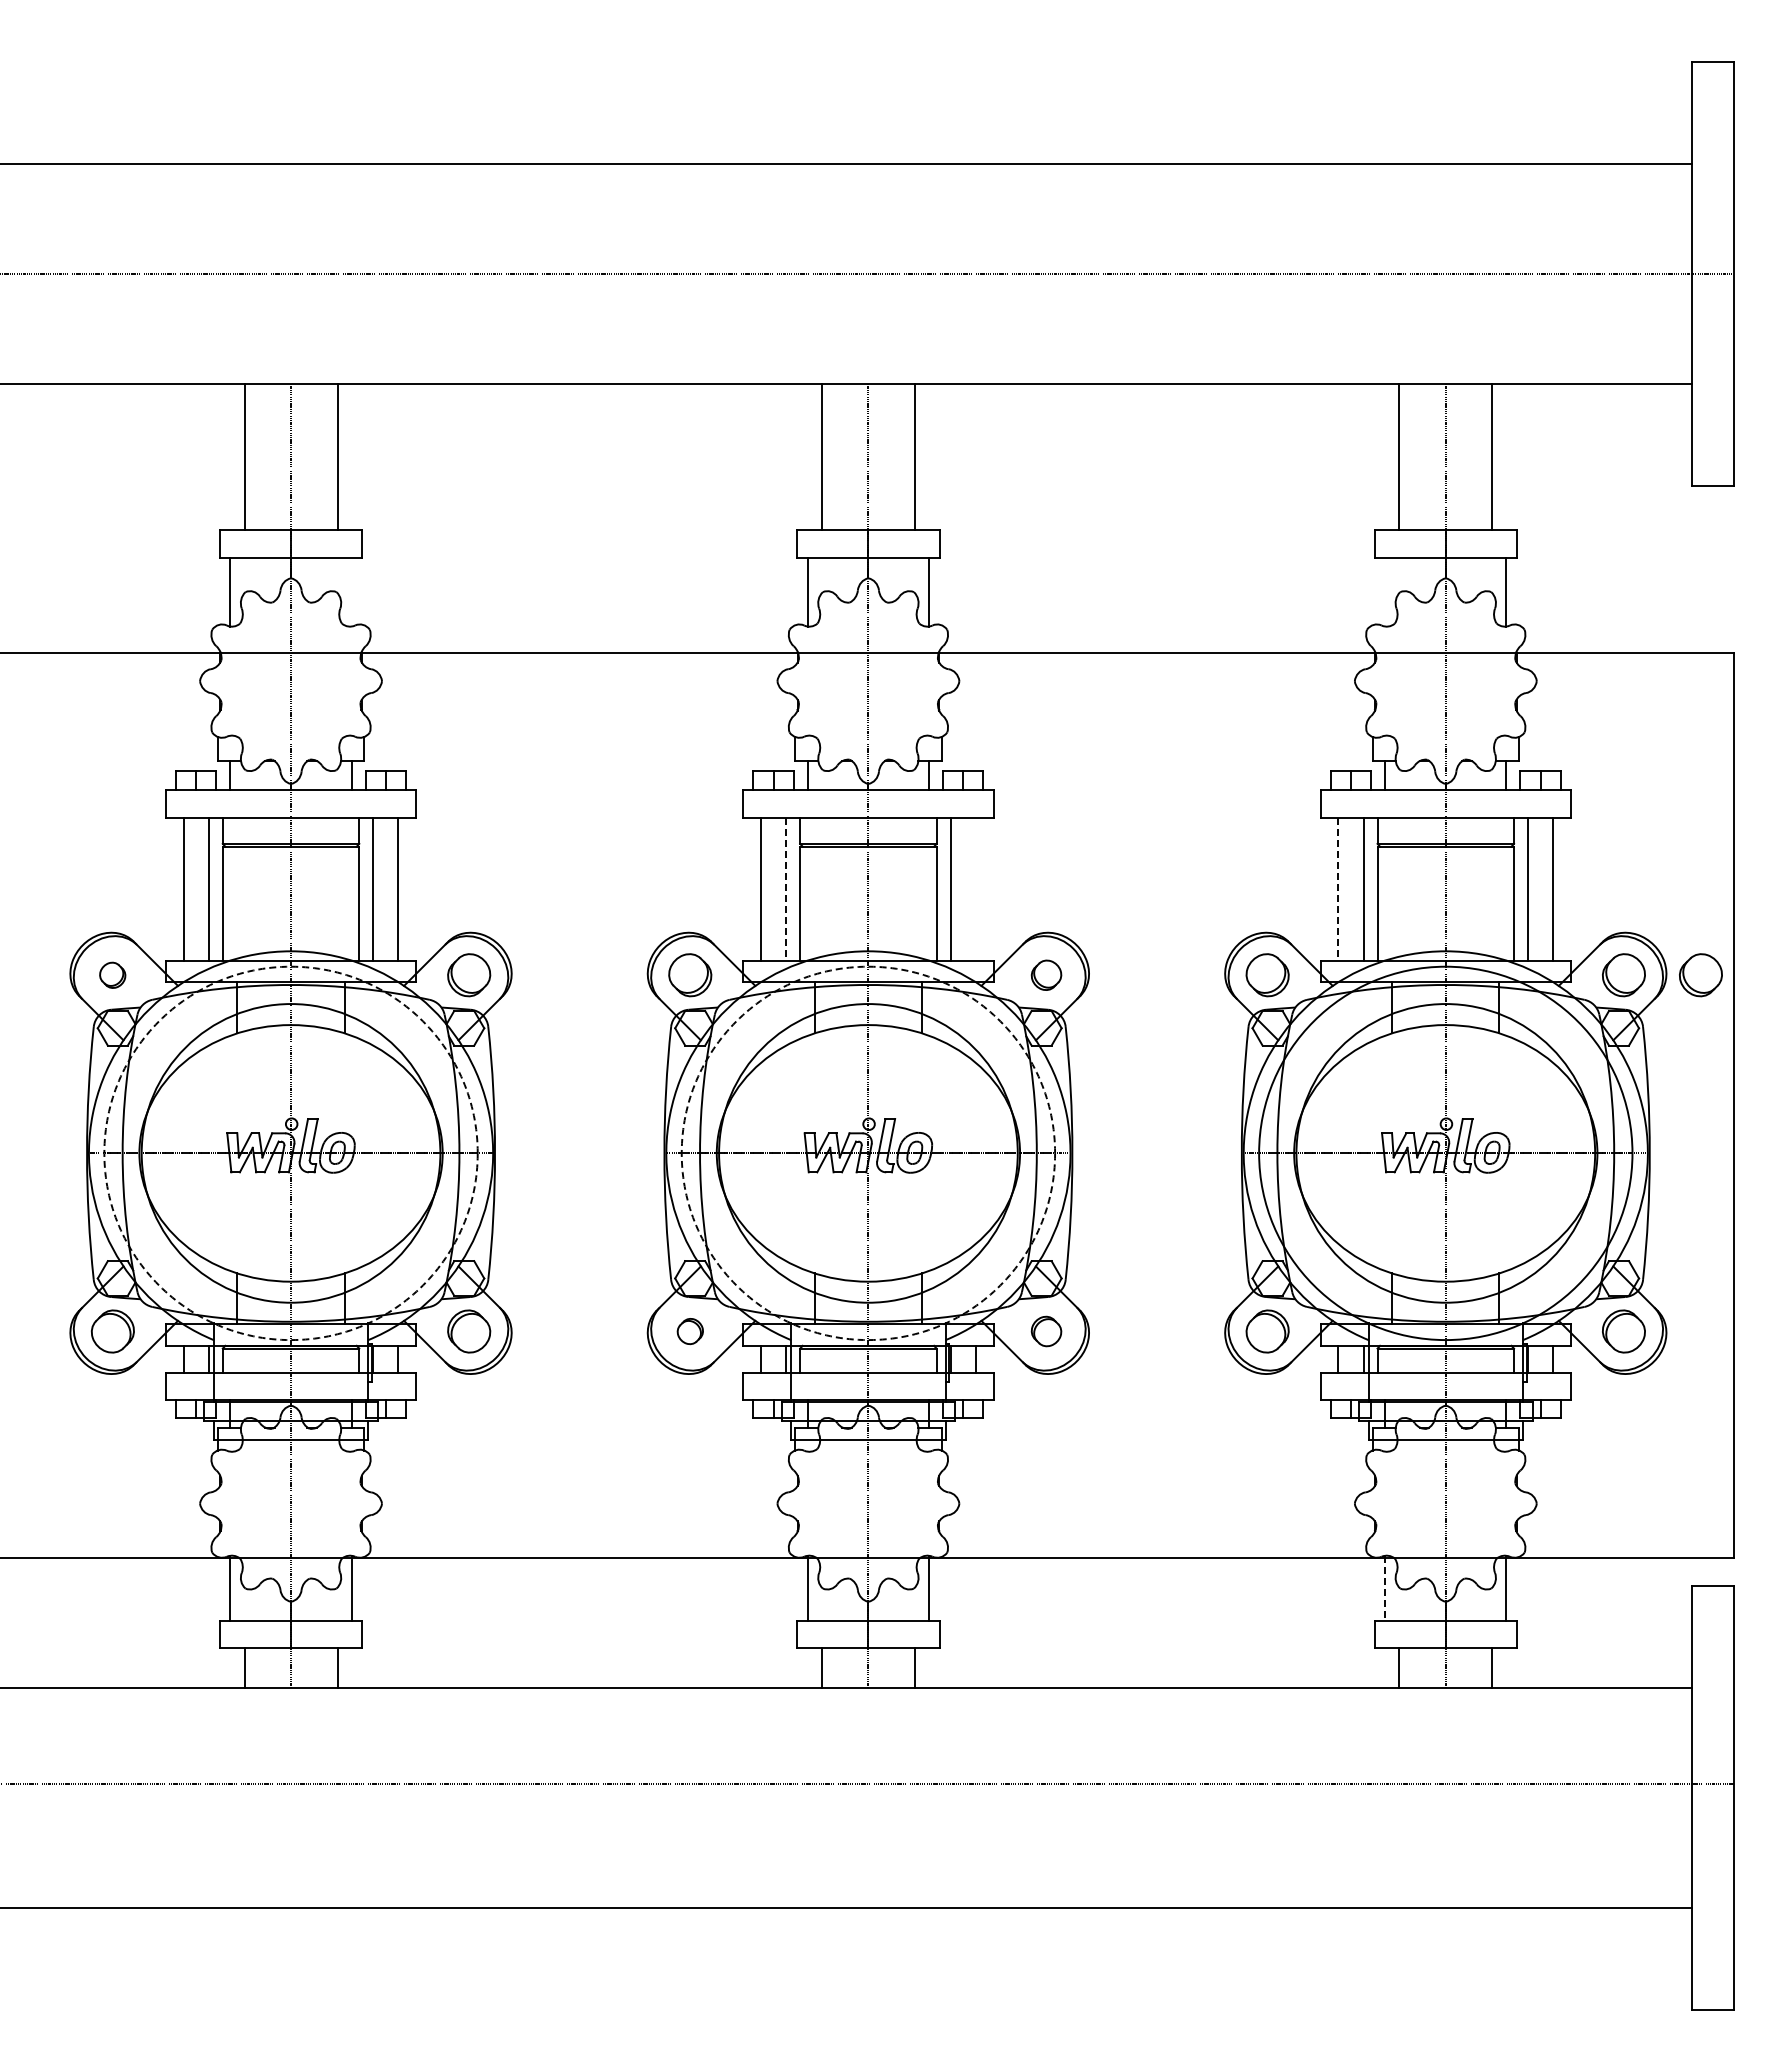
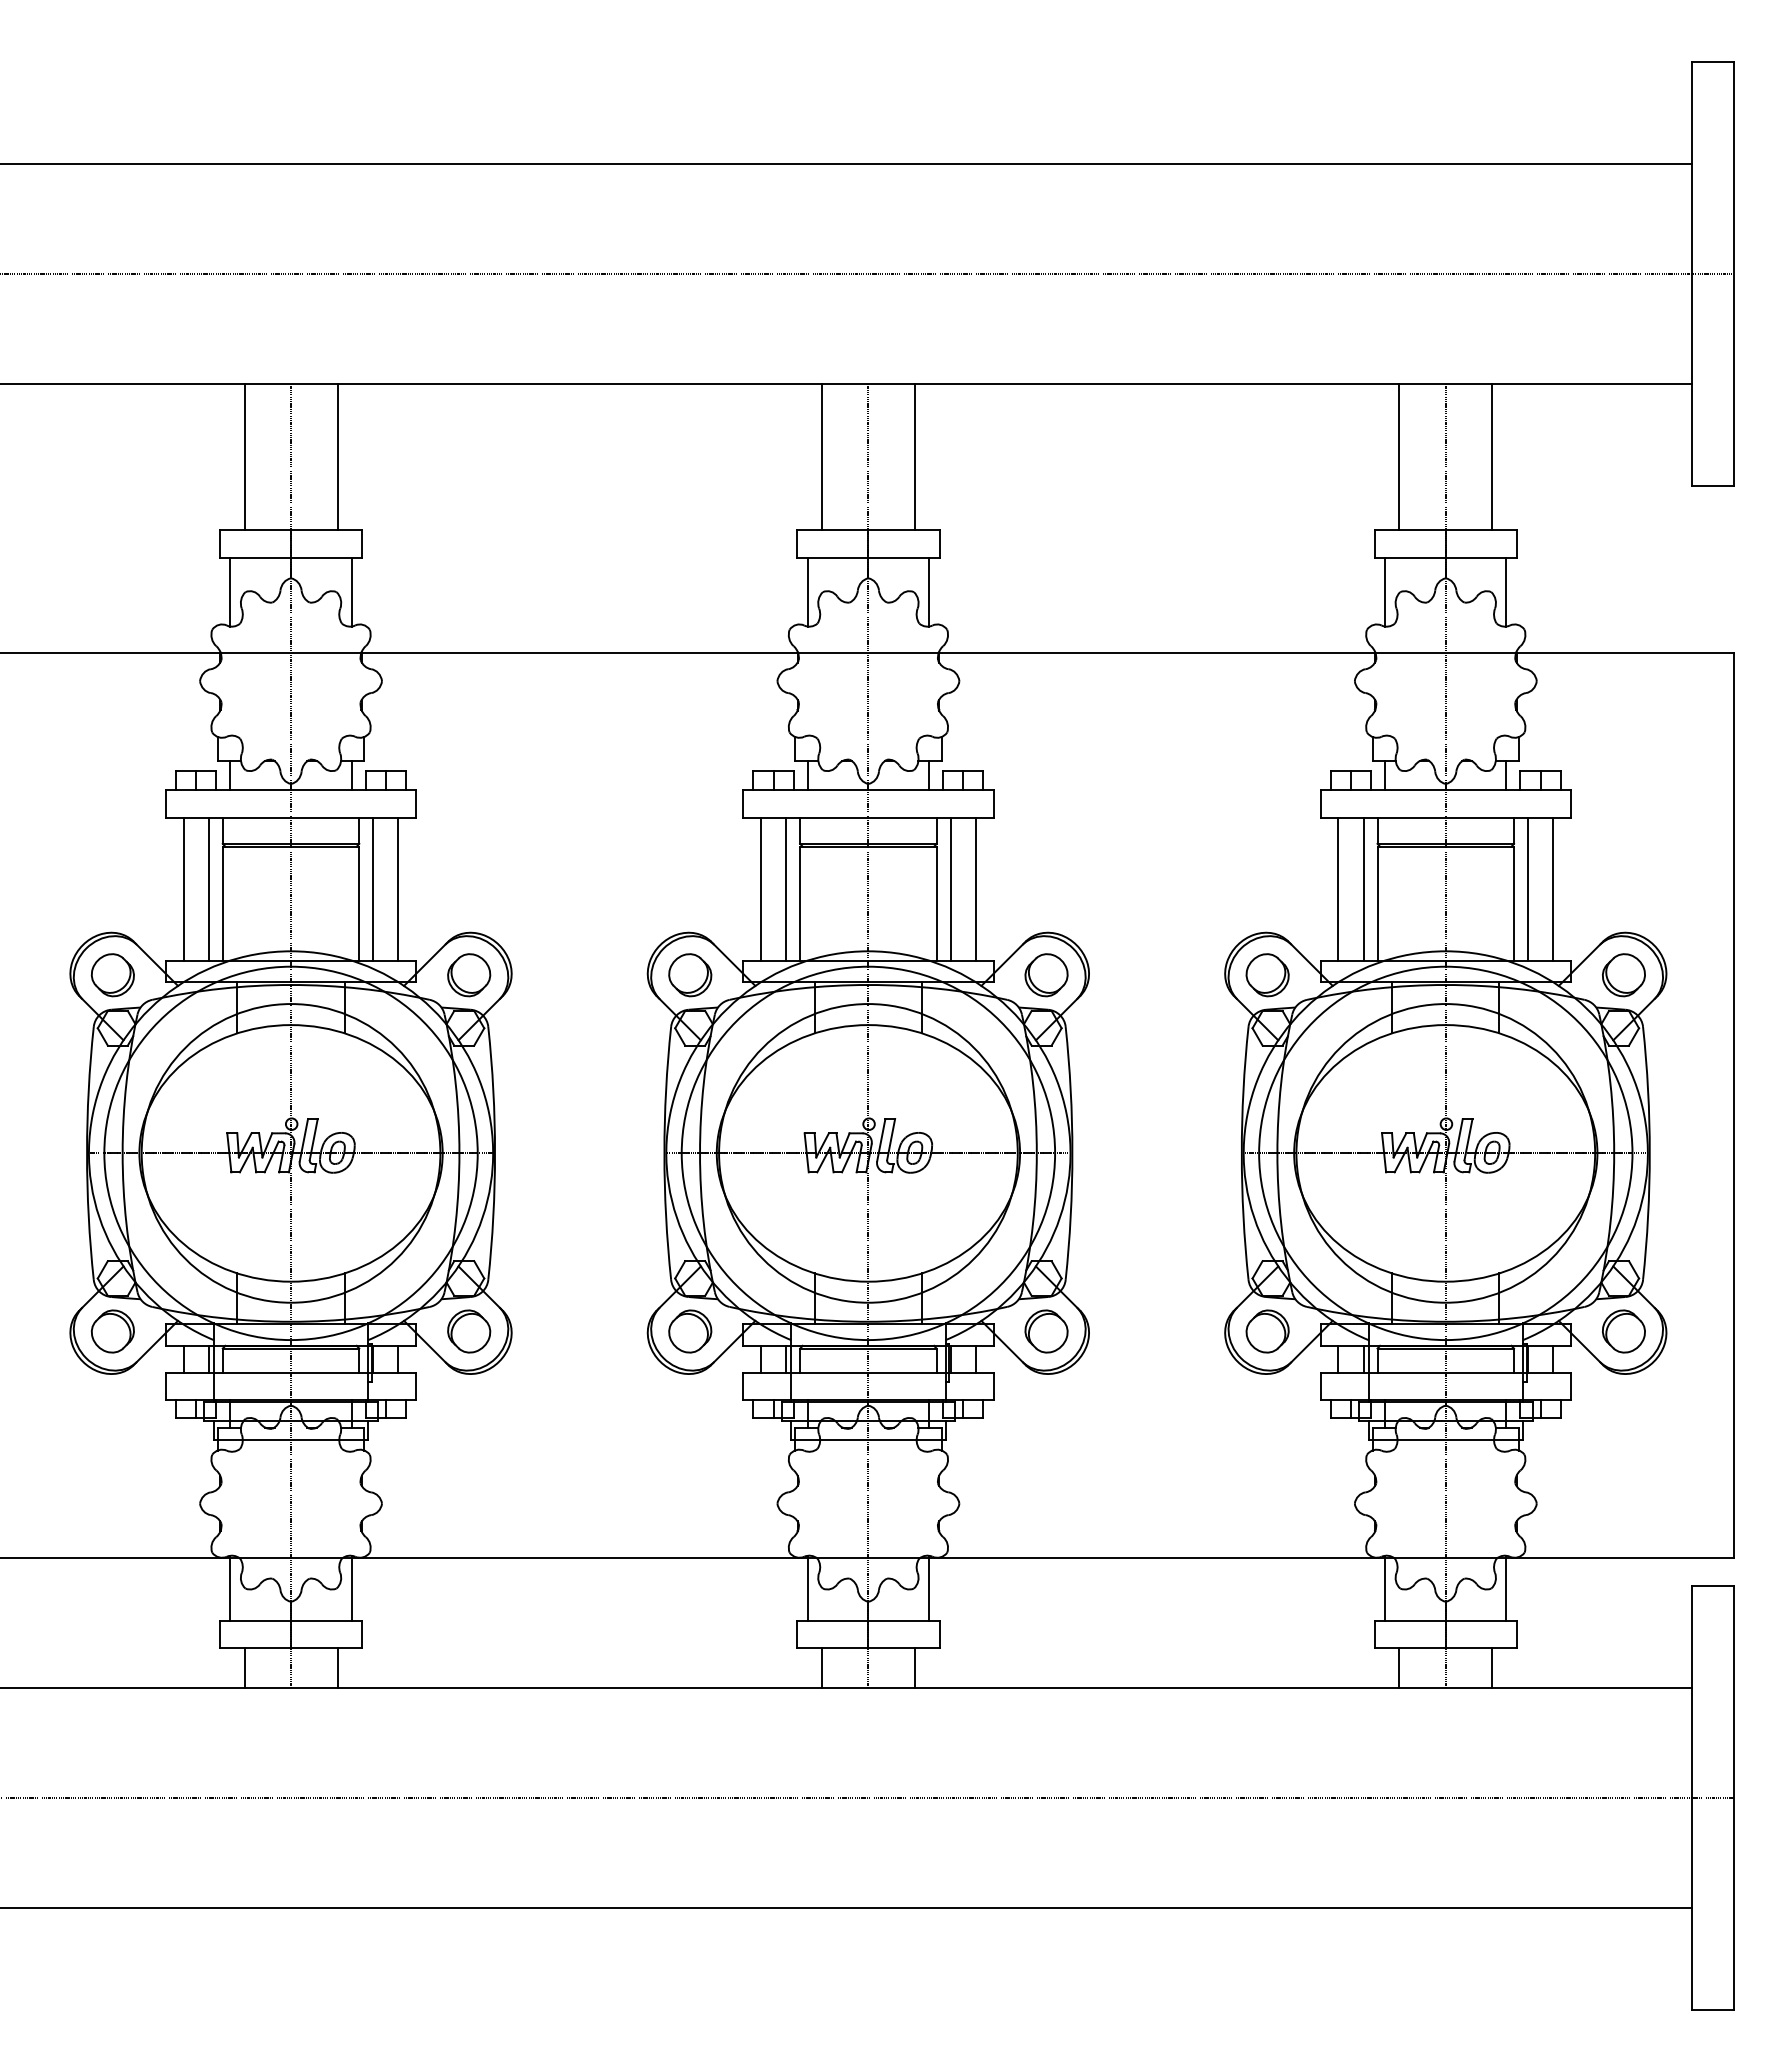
line at (351, 592): none -> present
line at (1385, 592): none -> present
line at (975, 889): none -> present
line at (786, 890): dashed -> solid
line at (1338, 890): dashed -> solid
part at (112, 974) size: 28x28 px -> 45x45 px
part at (1046, 974) size: 33x32 px -> 45x45 px
part at (1700, 975): present -> none
circle at (290, 1153): dashed -> solid
circle at (868, 1153): dashed -> solid
part at (689, 1331) size: 28x28 px -> 45x45 px
part at (1046, 1331) size: 33x33 px -> 45x45 px
line at (1385, 1588): dashed -> solid
line at (868, 1784) position: (868, 1784) -> (868, 1798)
